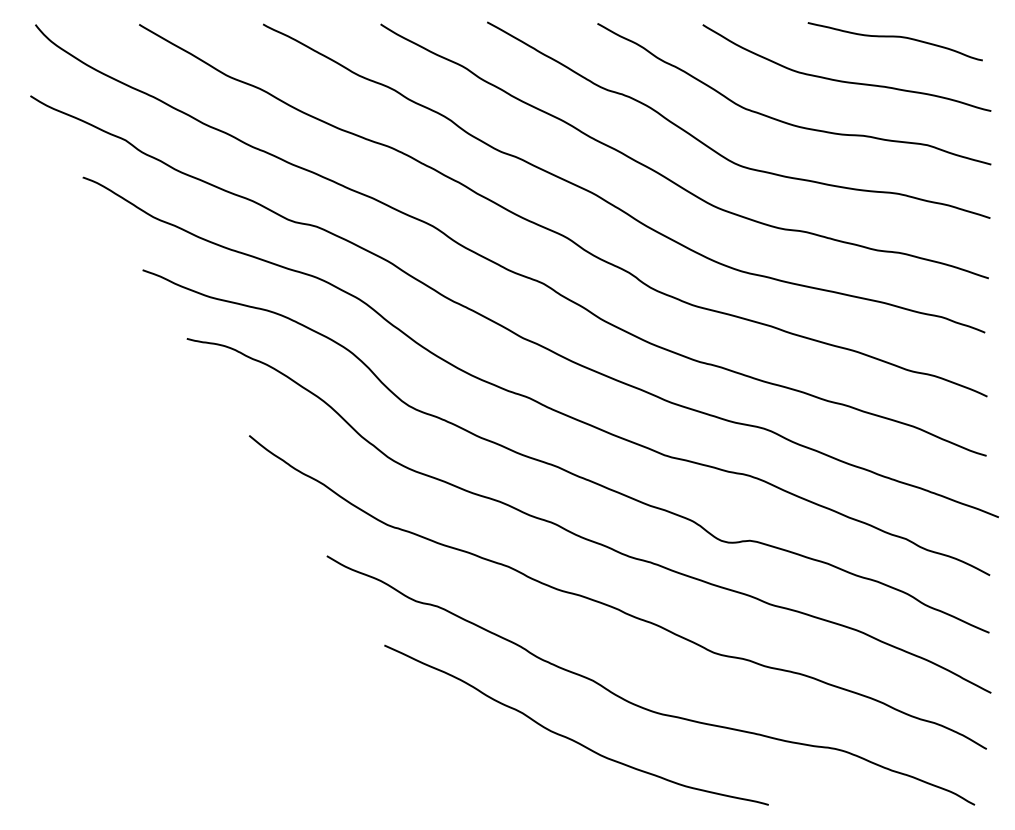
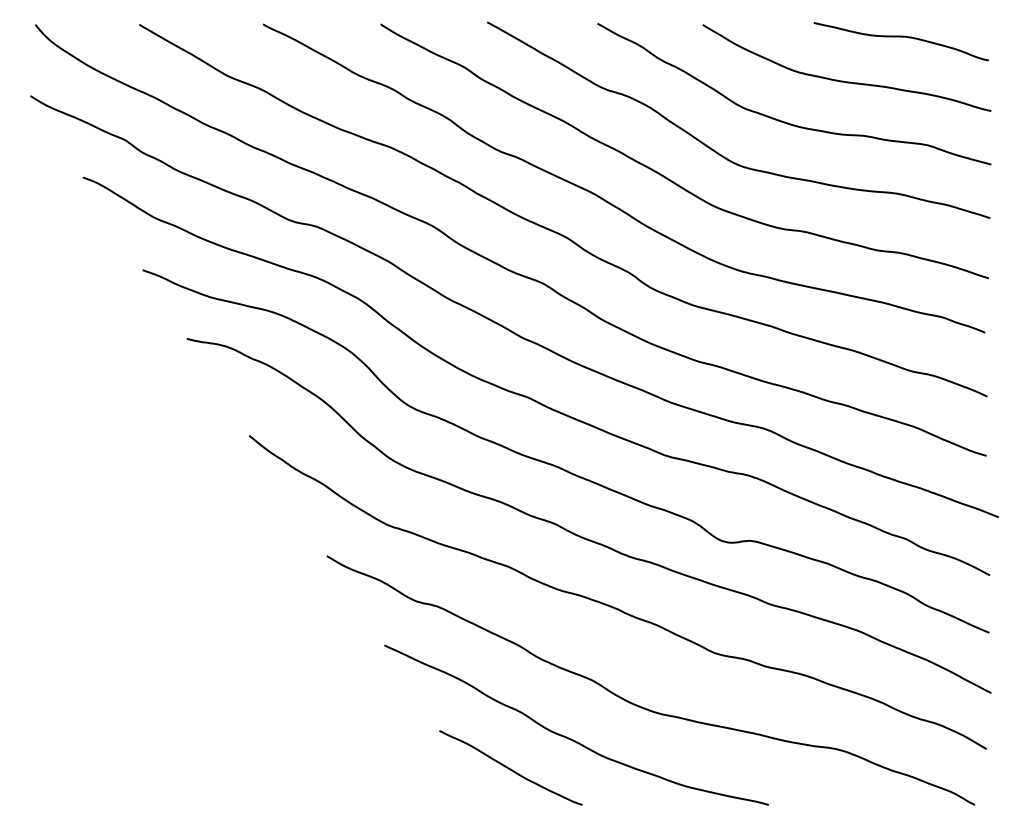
curve at (894, 37) position: (894, 37) -> (900, 37)
curve at (509, 767): none -> present
